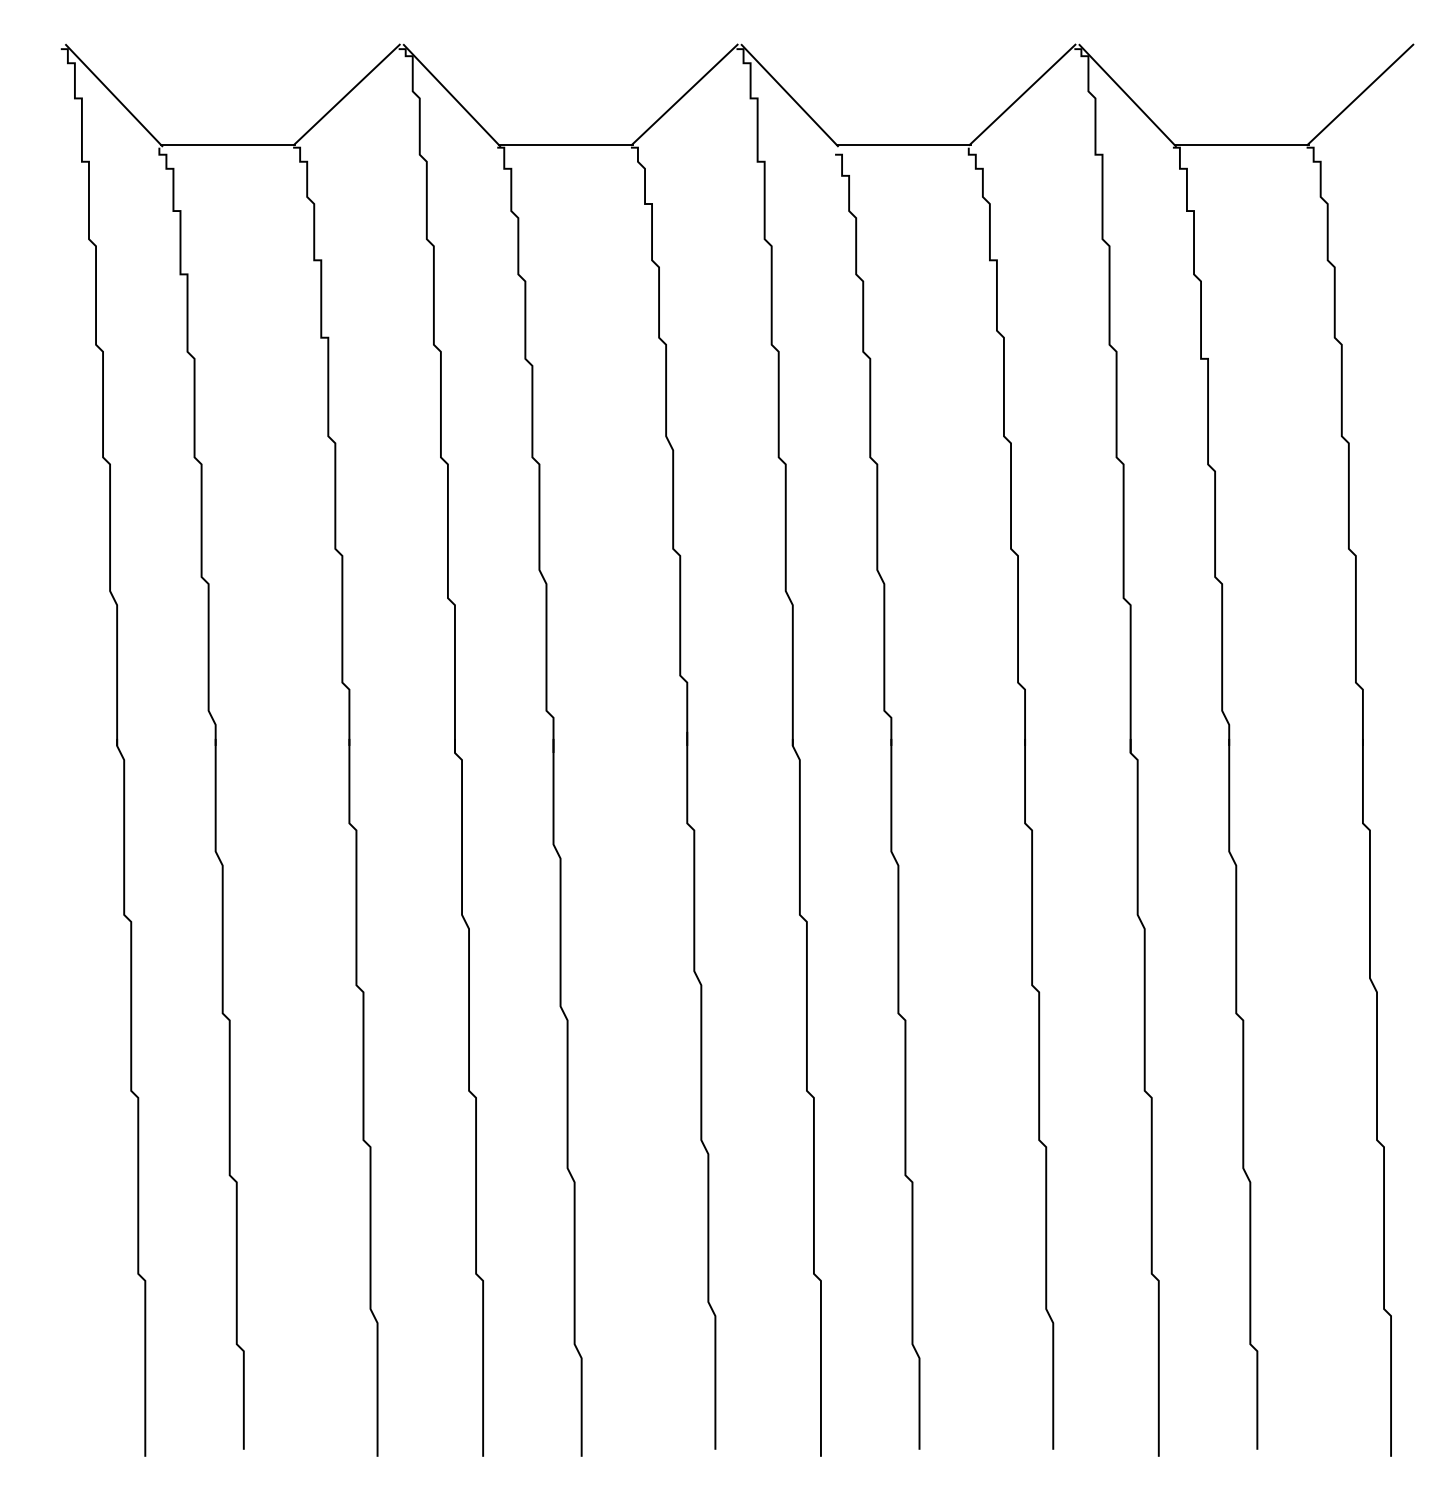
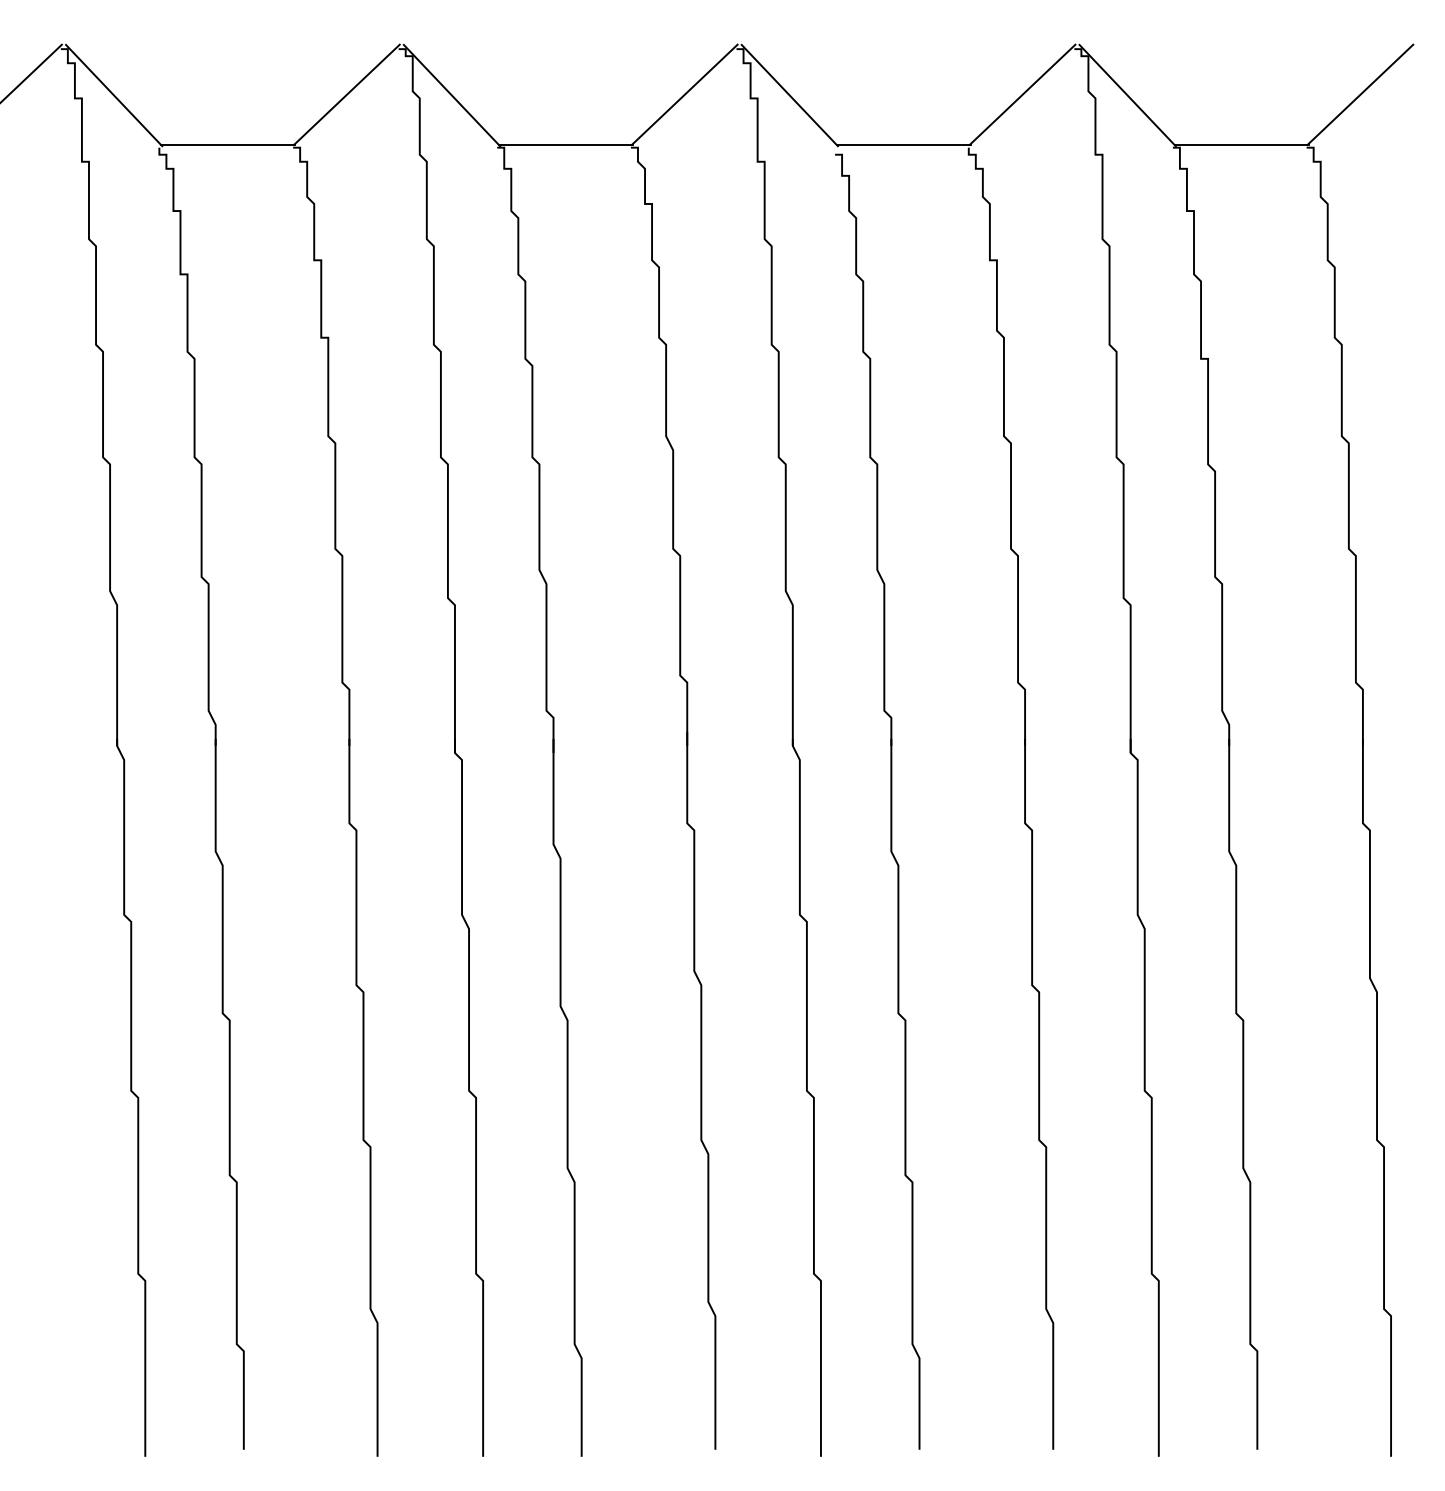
line at (31, 72): none -> present
